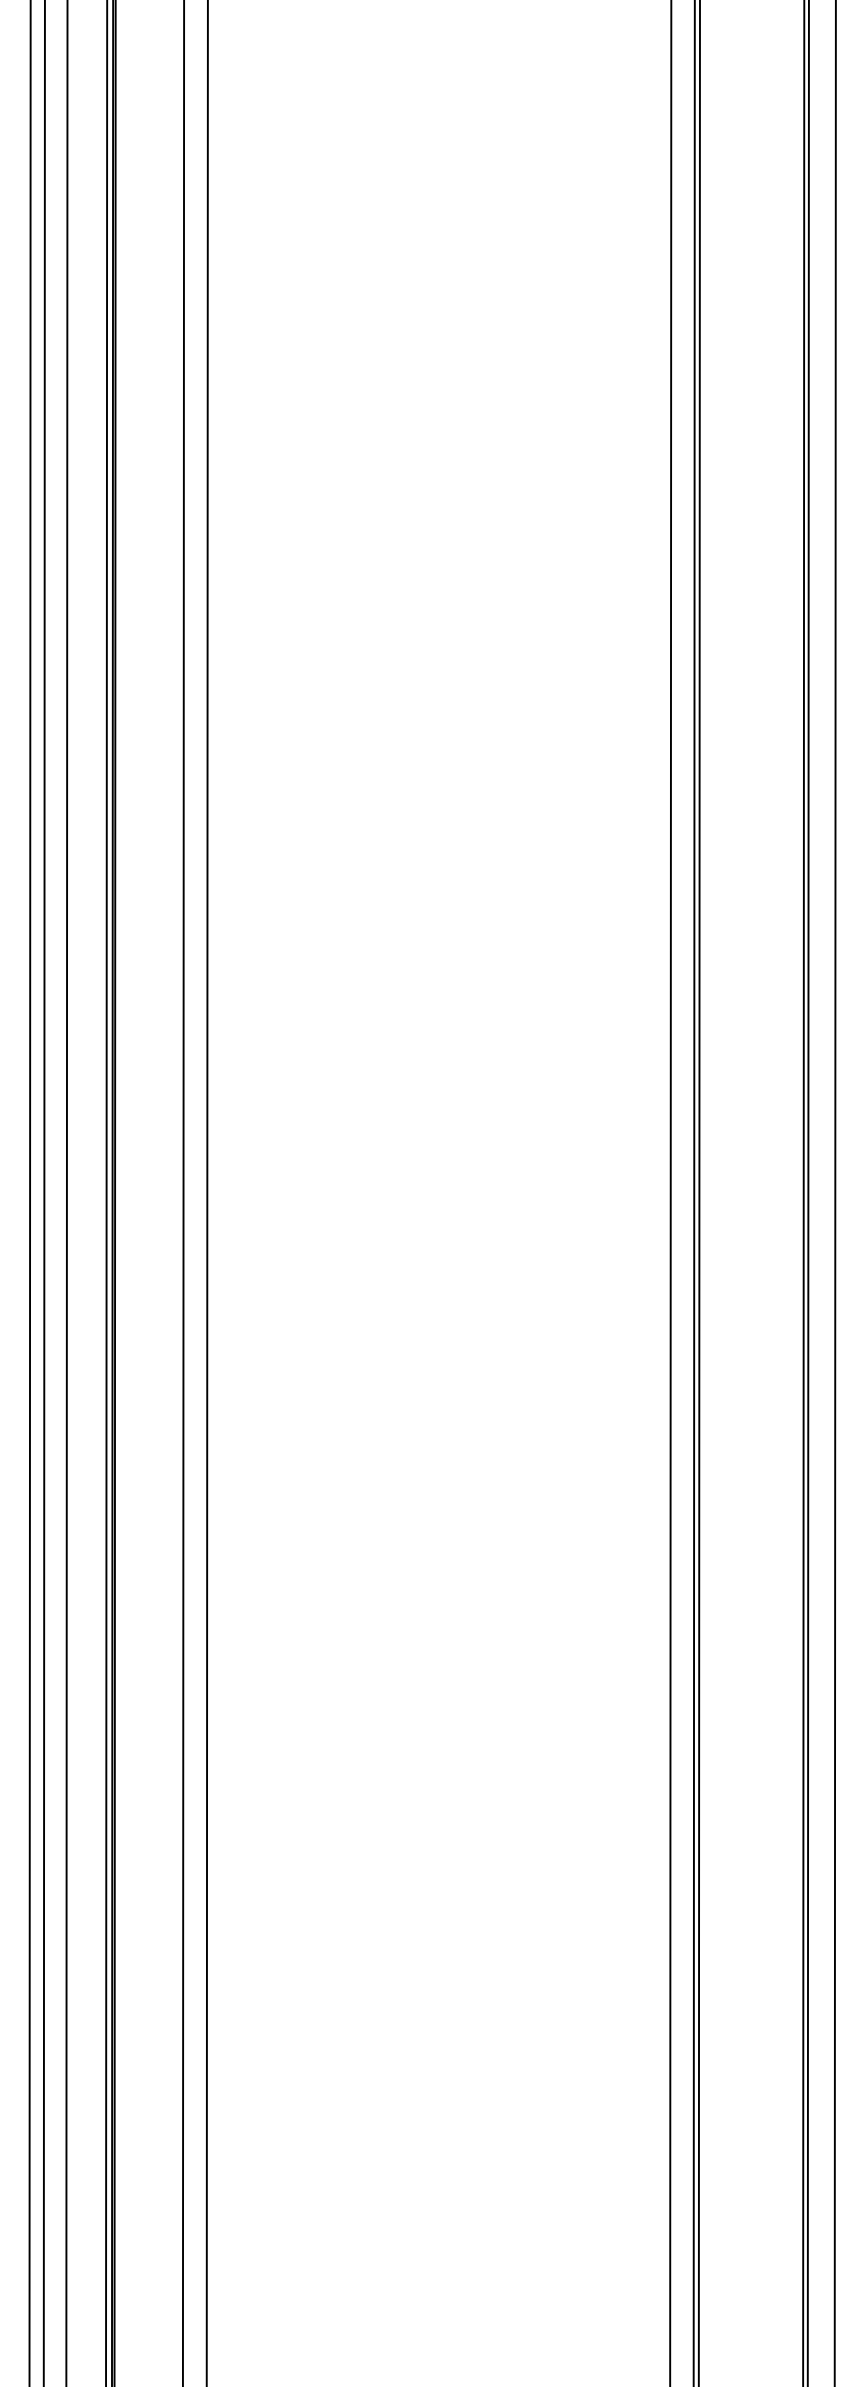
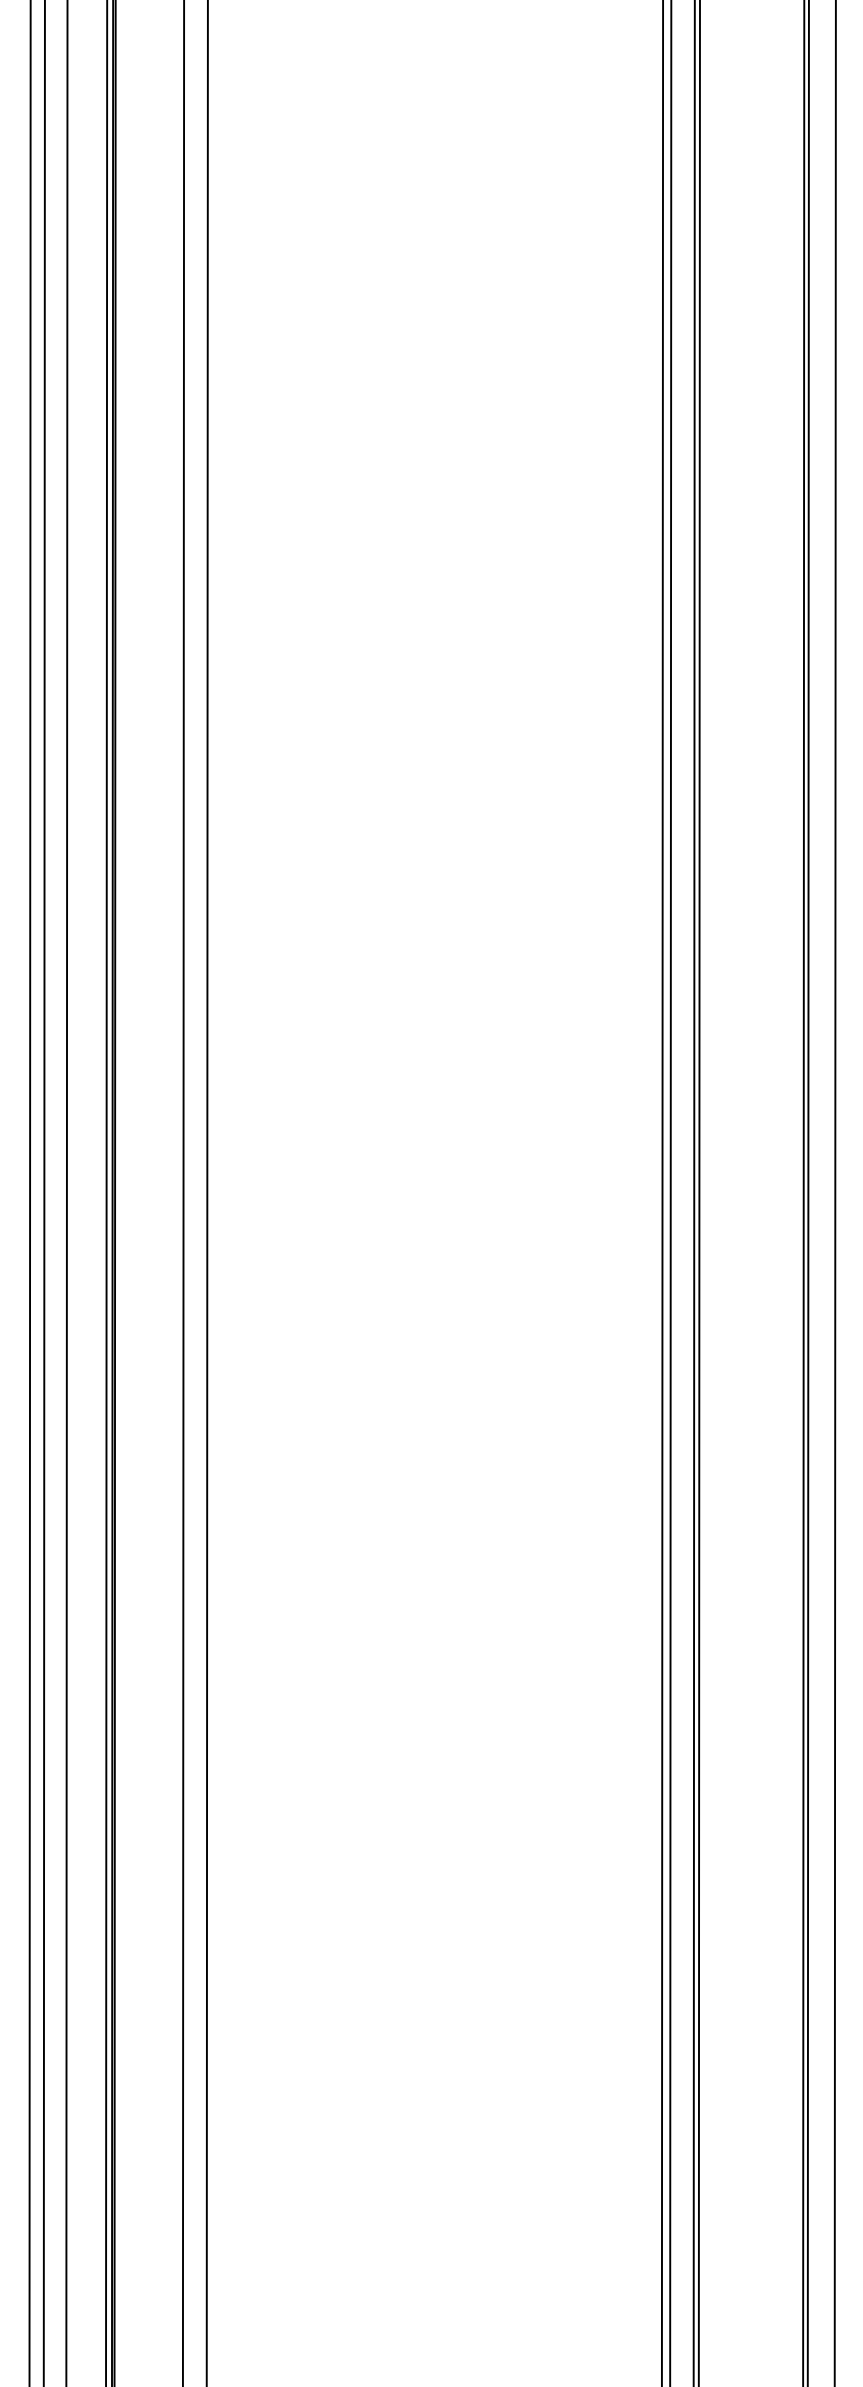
line at (662, 1192): none -> present
